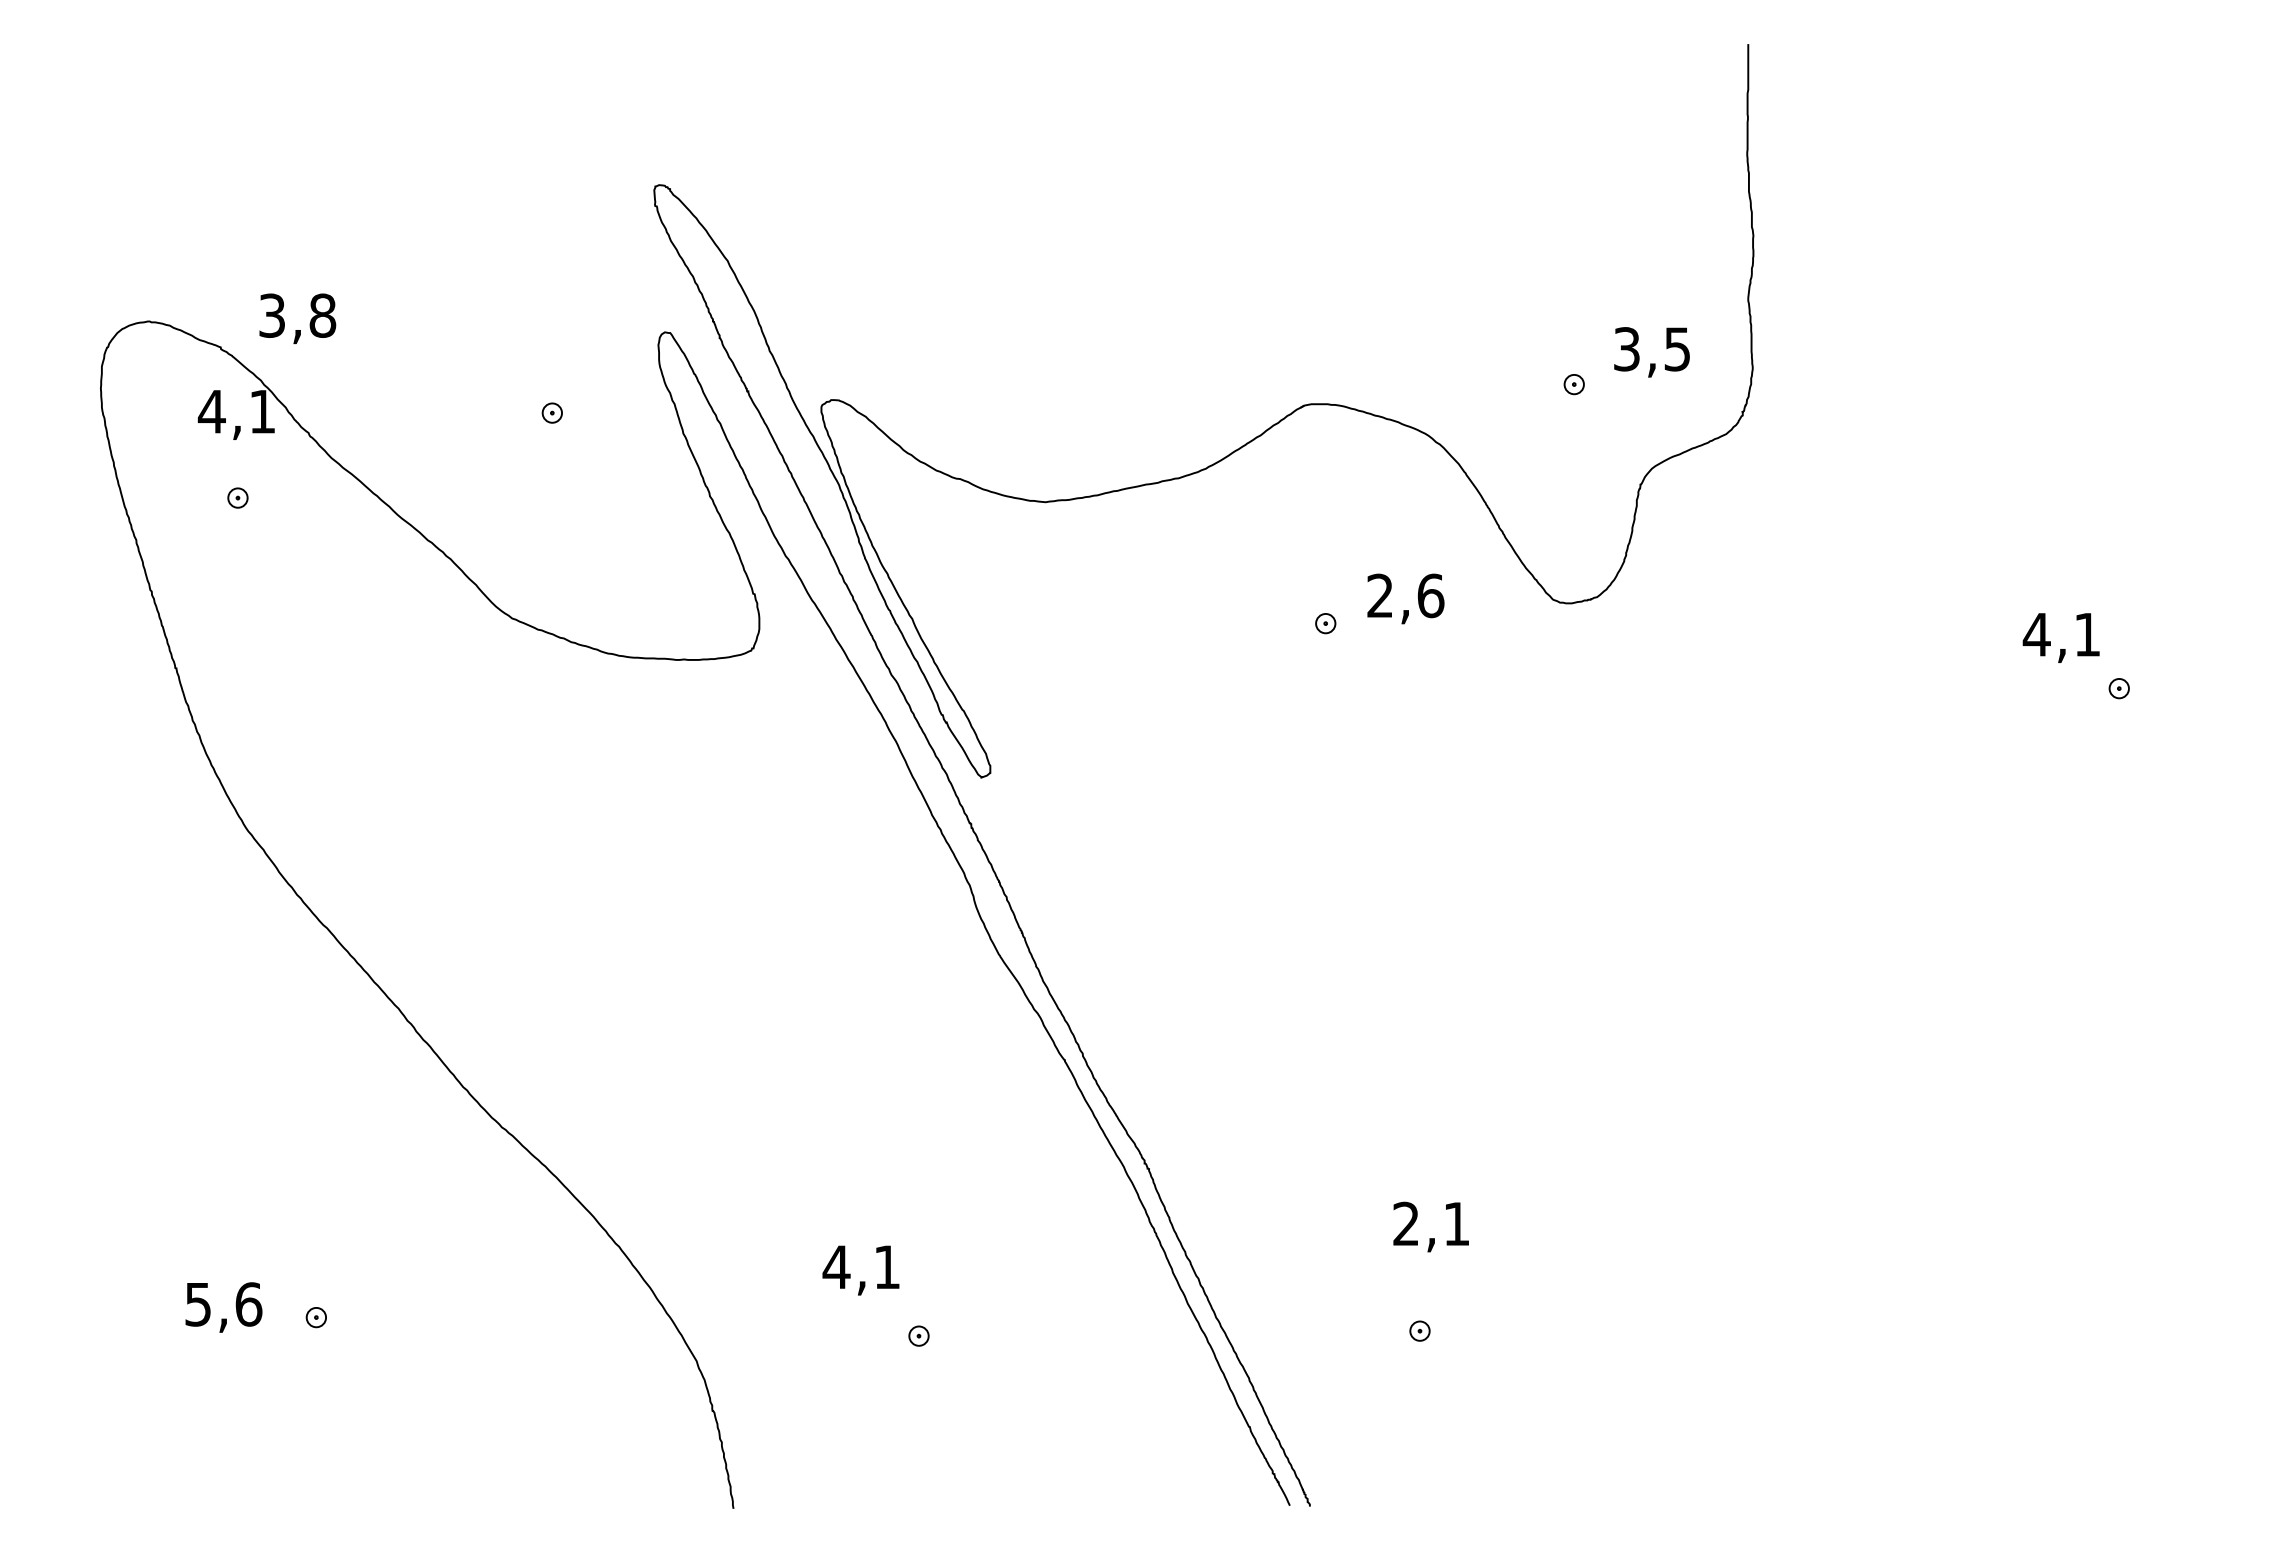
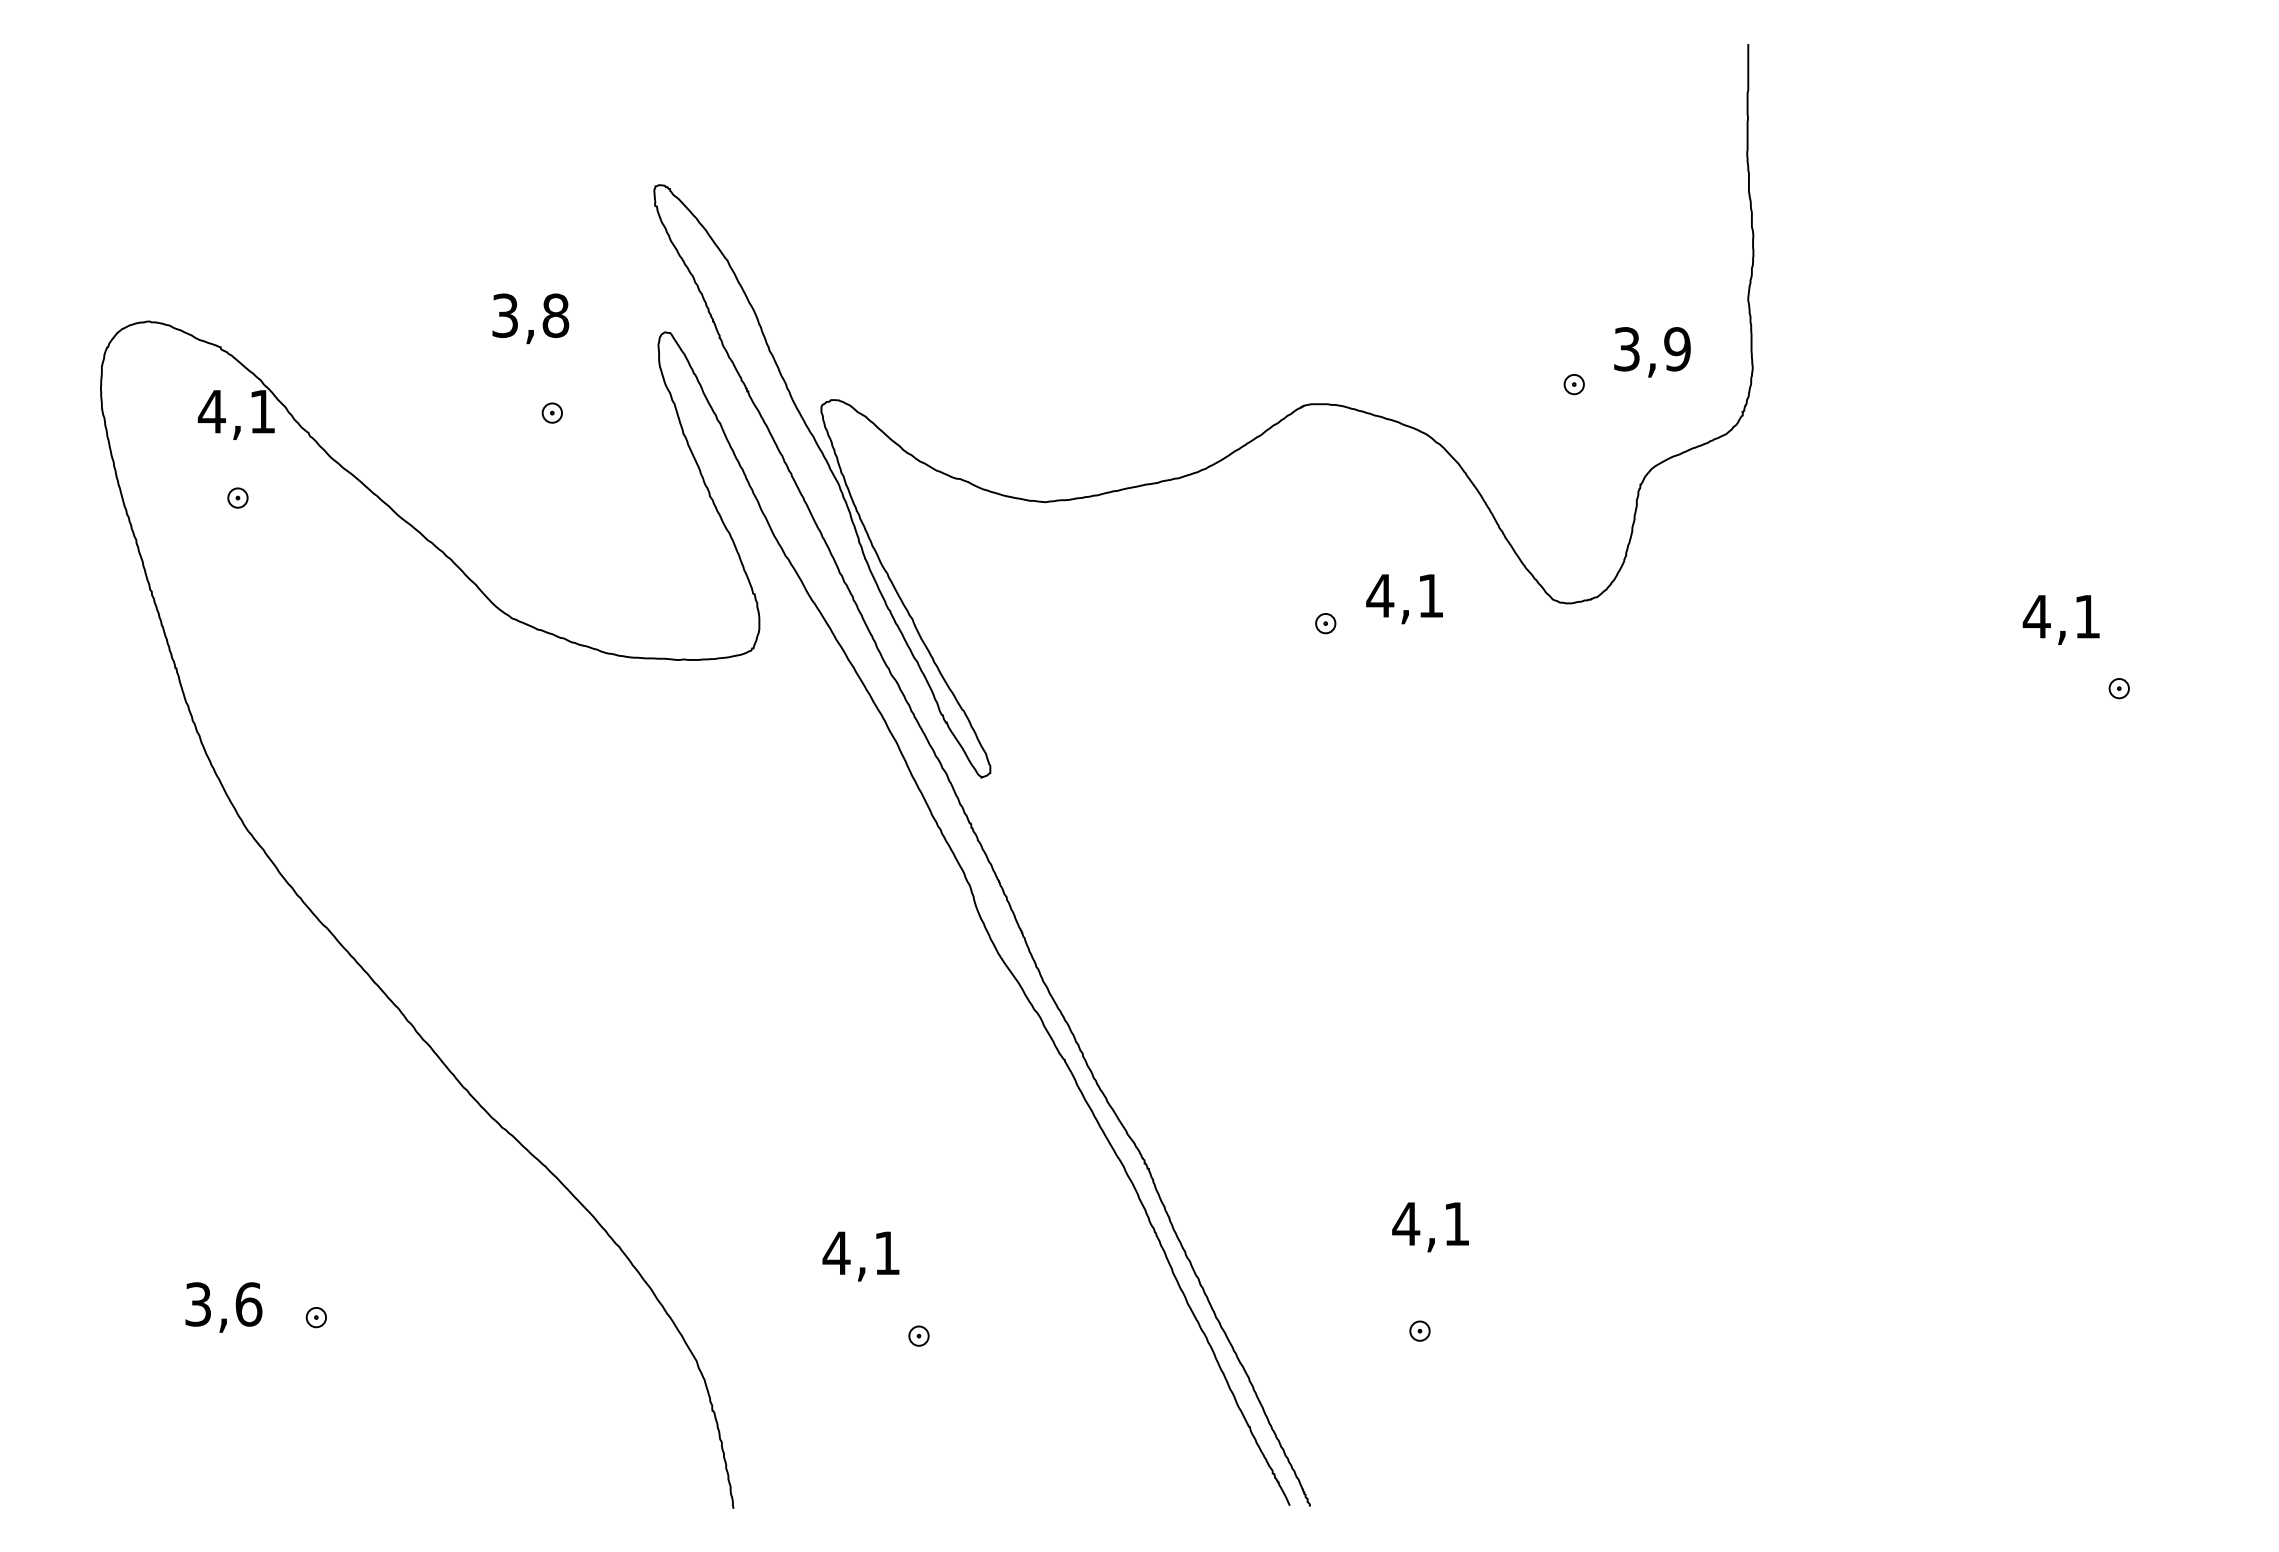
text at (297, 318) position: (297, 318) -> (530, 318)
text at (1677, 349): 3,5 -> 3,9
text at (1405, 595): 2,6 -> 4,1
text at (2060, 637) position: (2060, 637) -> (2060, 619)
text at (1406, 1223): 2,1 -> 4,1
text at (860, 1270) position: (860, 1270) -> (860, 1256)
text at (198, 1304): 5,6 -> 3,6
